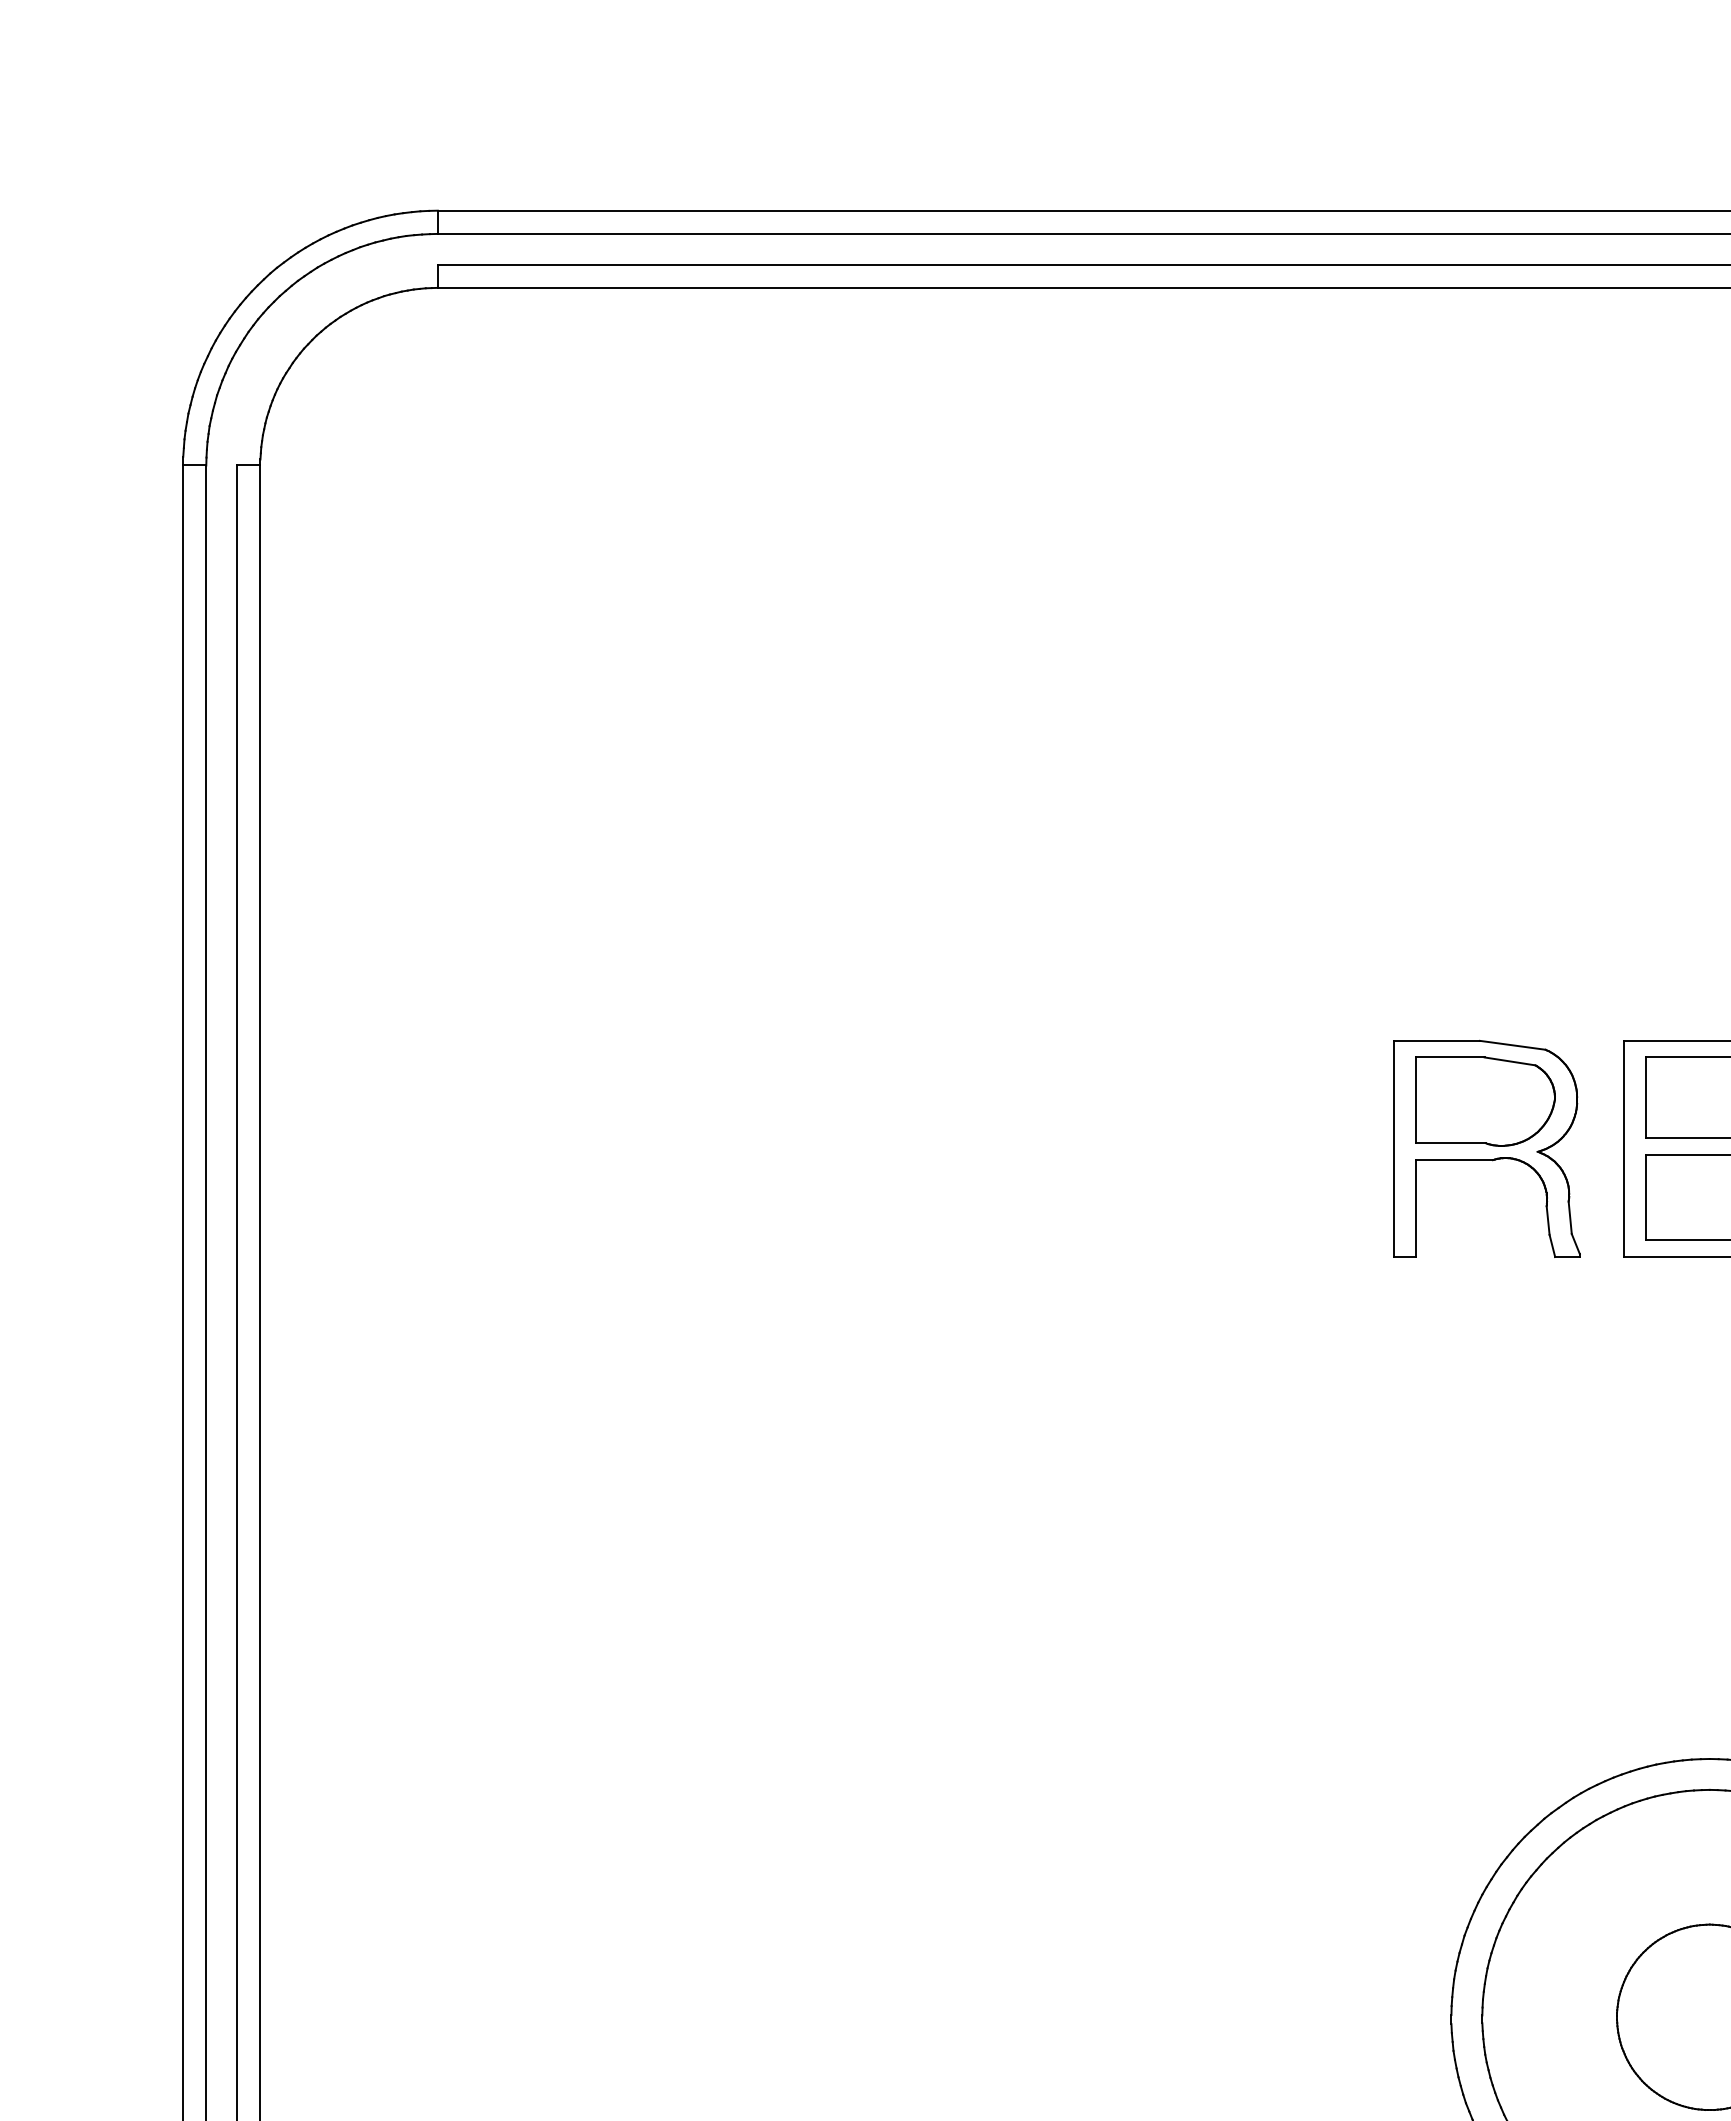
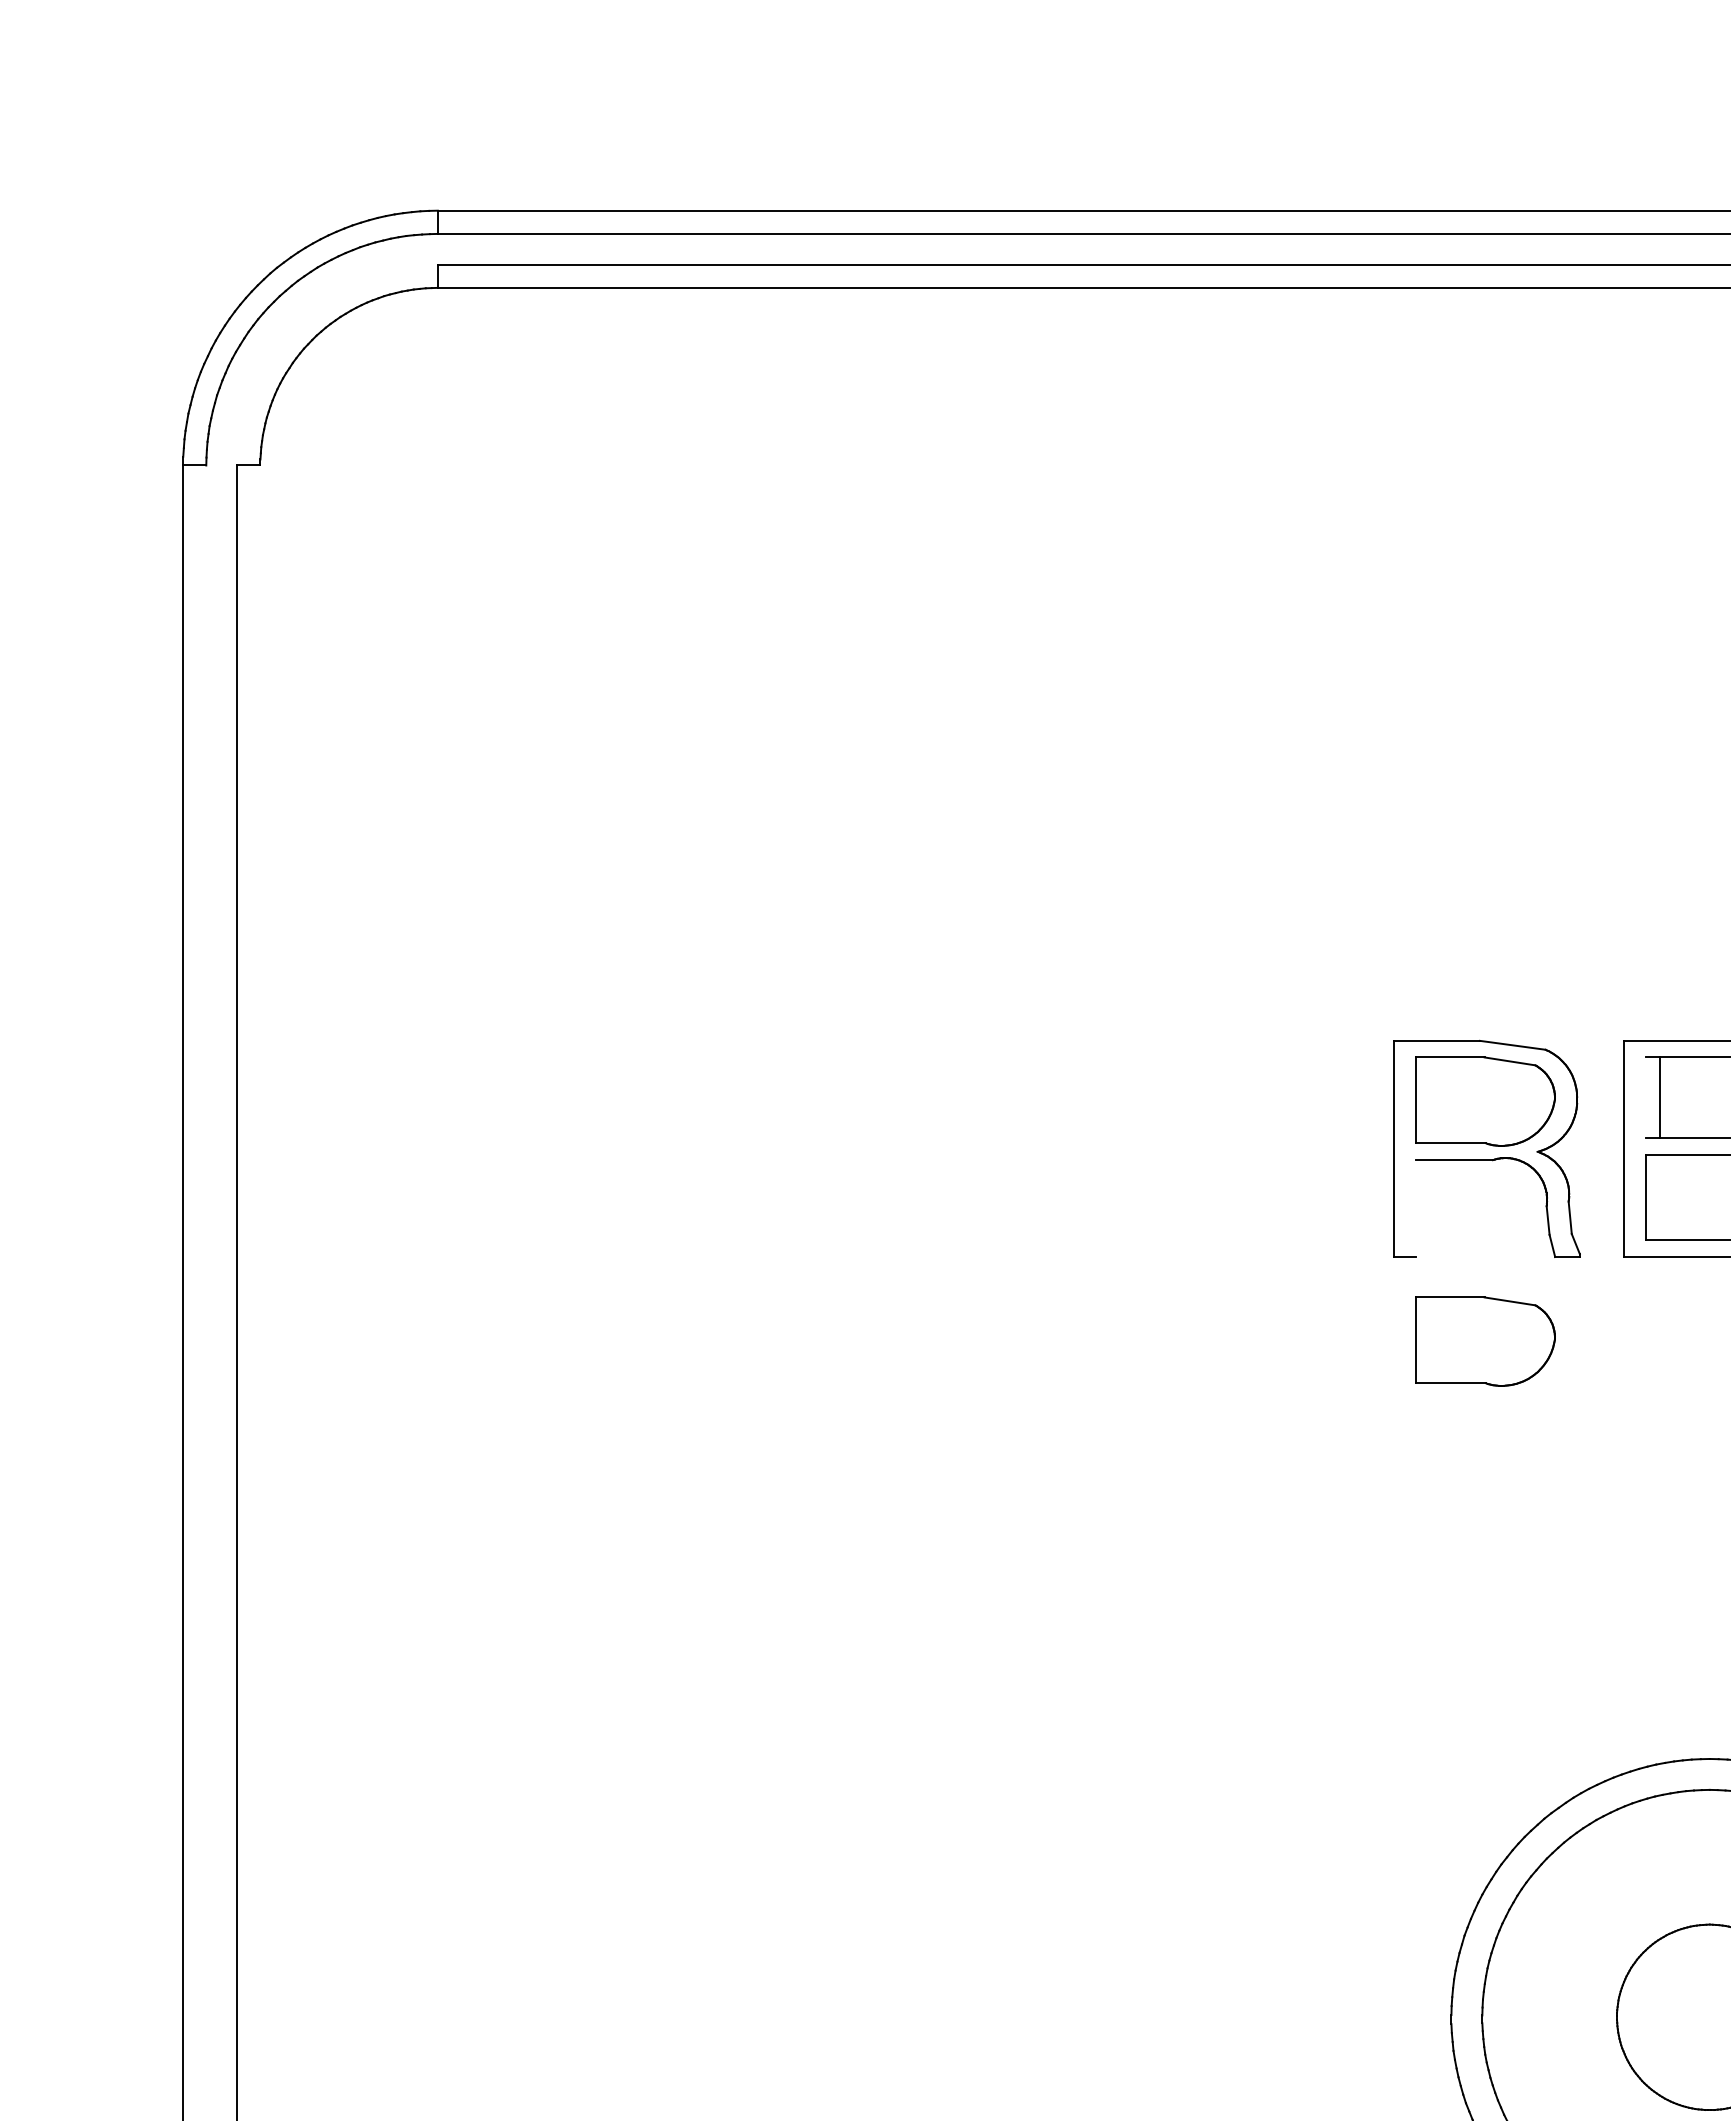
line at (1646, 1097) position: (1646, 1097) -> (1660, 1097)
line at (1416, 1208): present -> none
line at (206, 1291): present -> none
line at (260, 1291): present -> none
part at (1485, 1341): none -> present
